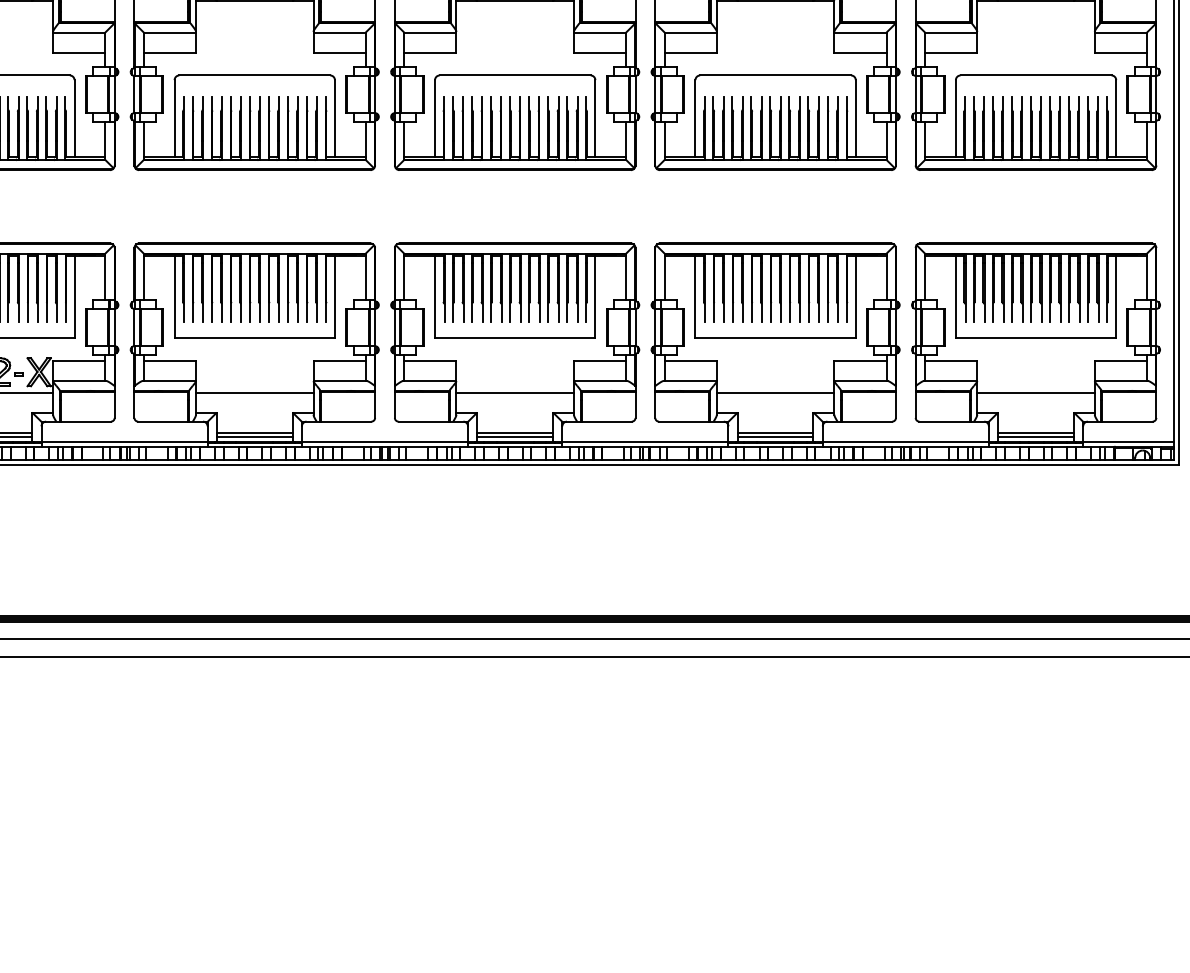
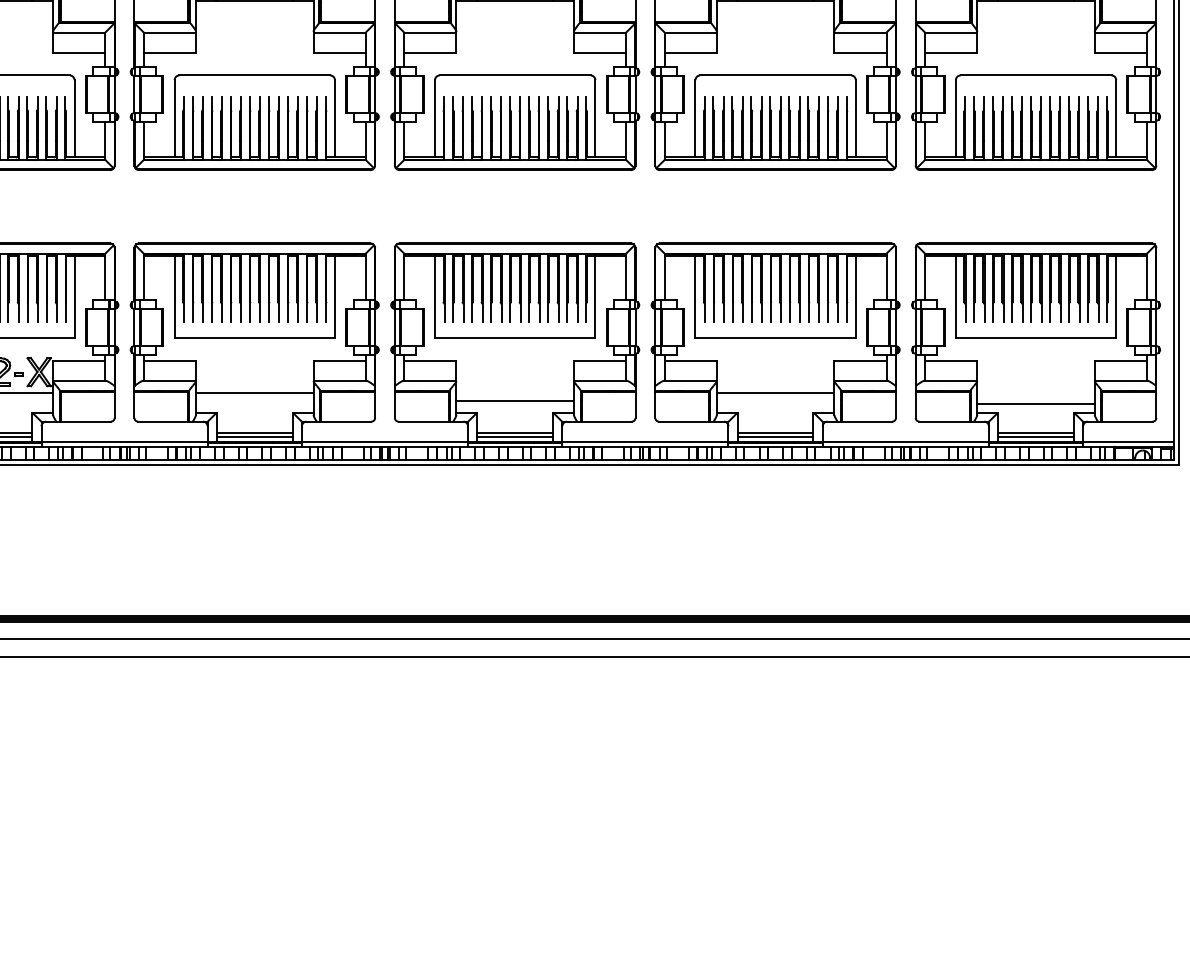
line at (514, 392) position: (514, 392) -> (514, 400)
line at (1035, 392) position: (1035, 392) -> (1035, 403)
